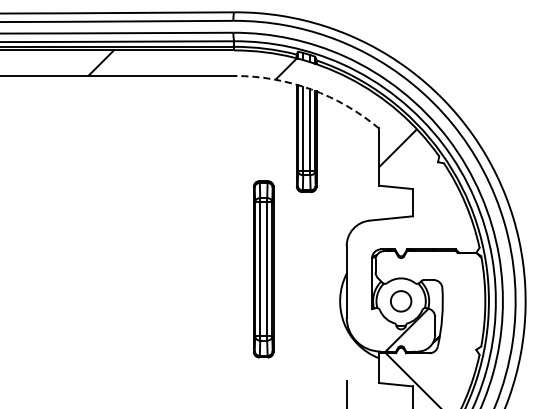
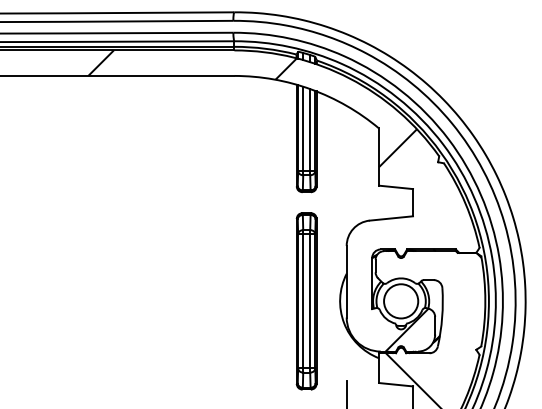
arc at (311, 89): dashed -> solid
part at (263, 269) position: (263, 269) -> (306, 301)
circle at (400, 301) diameter: 21 px -> 34 px
